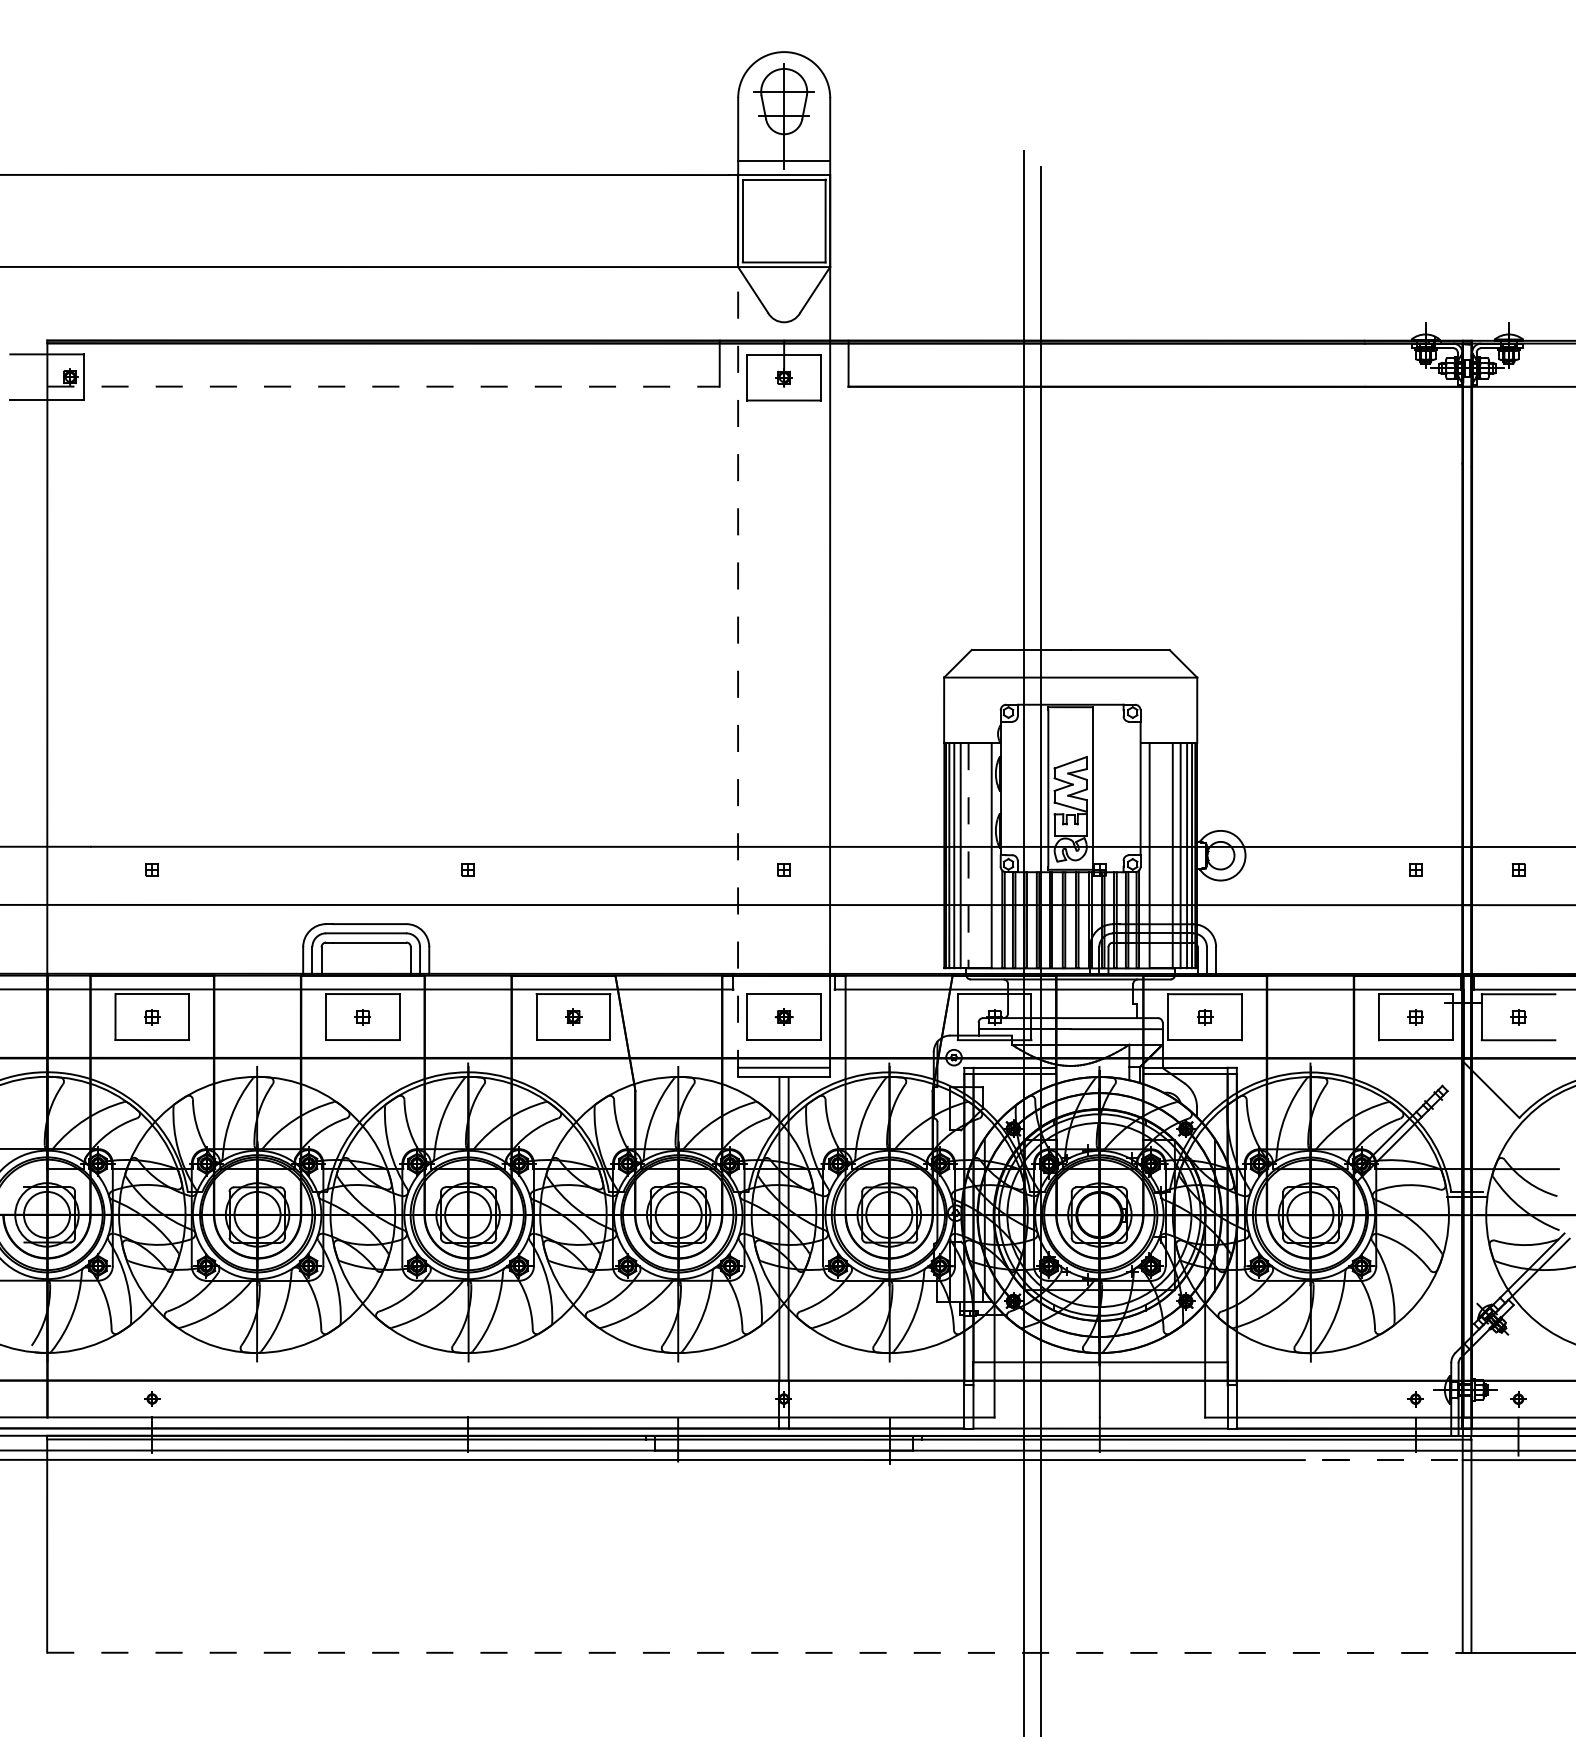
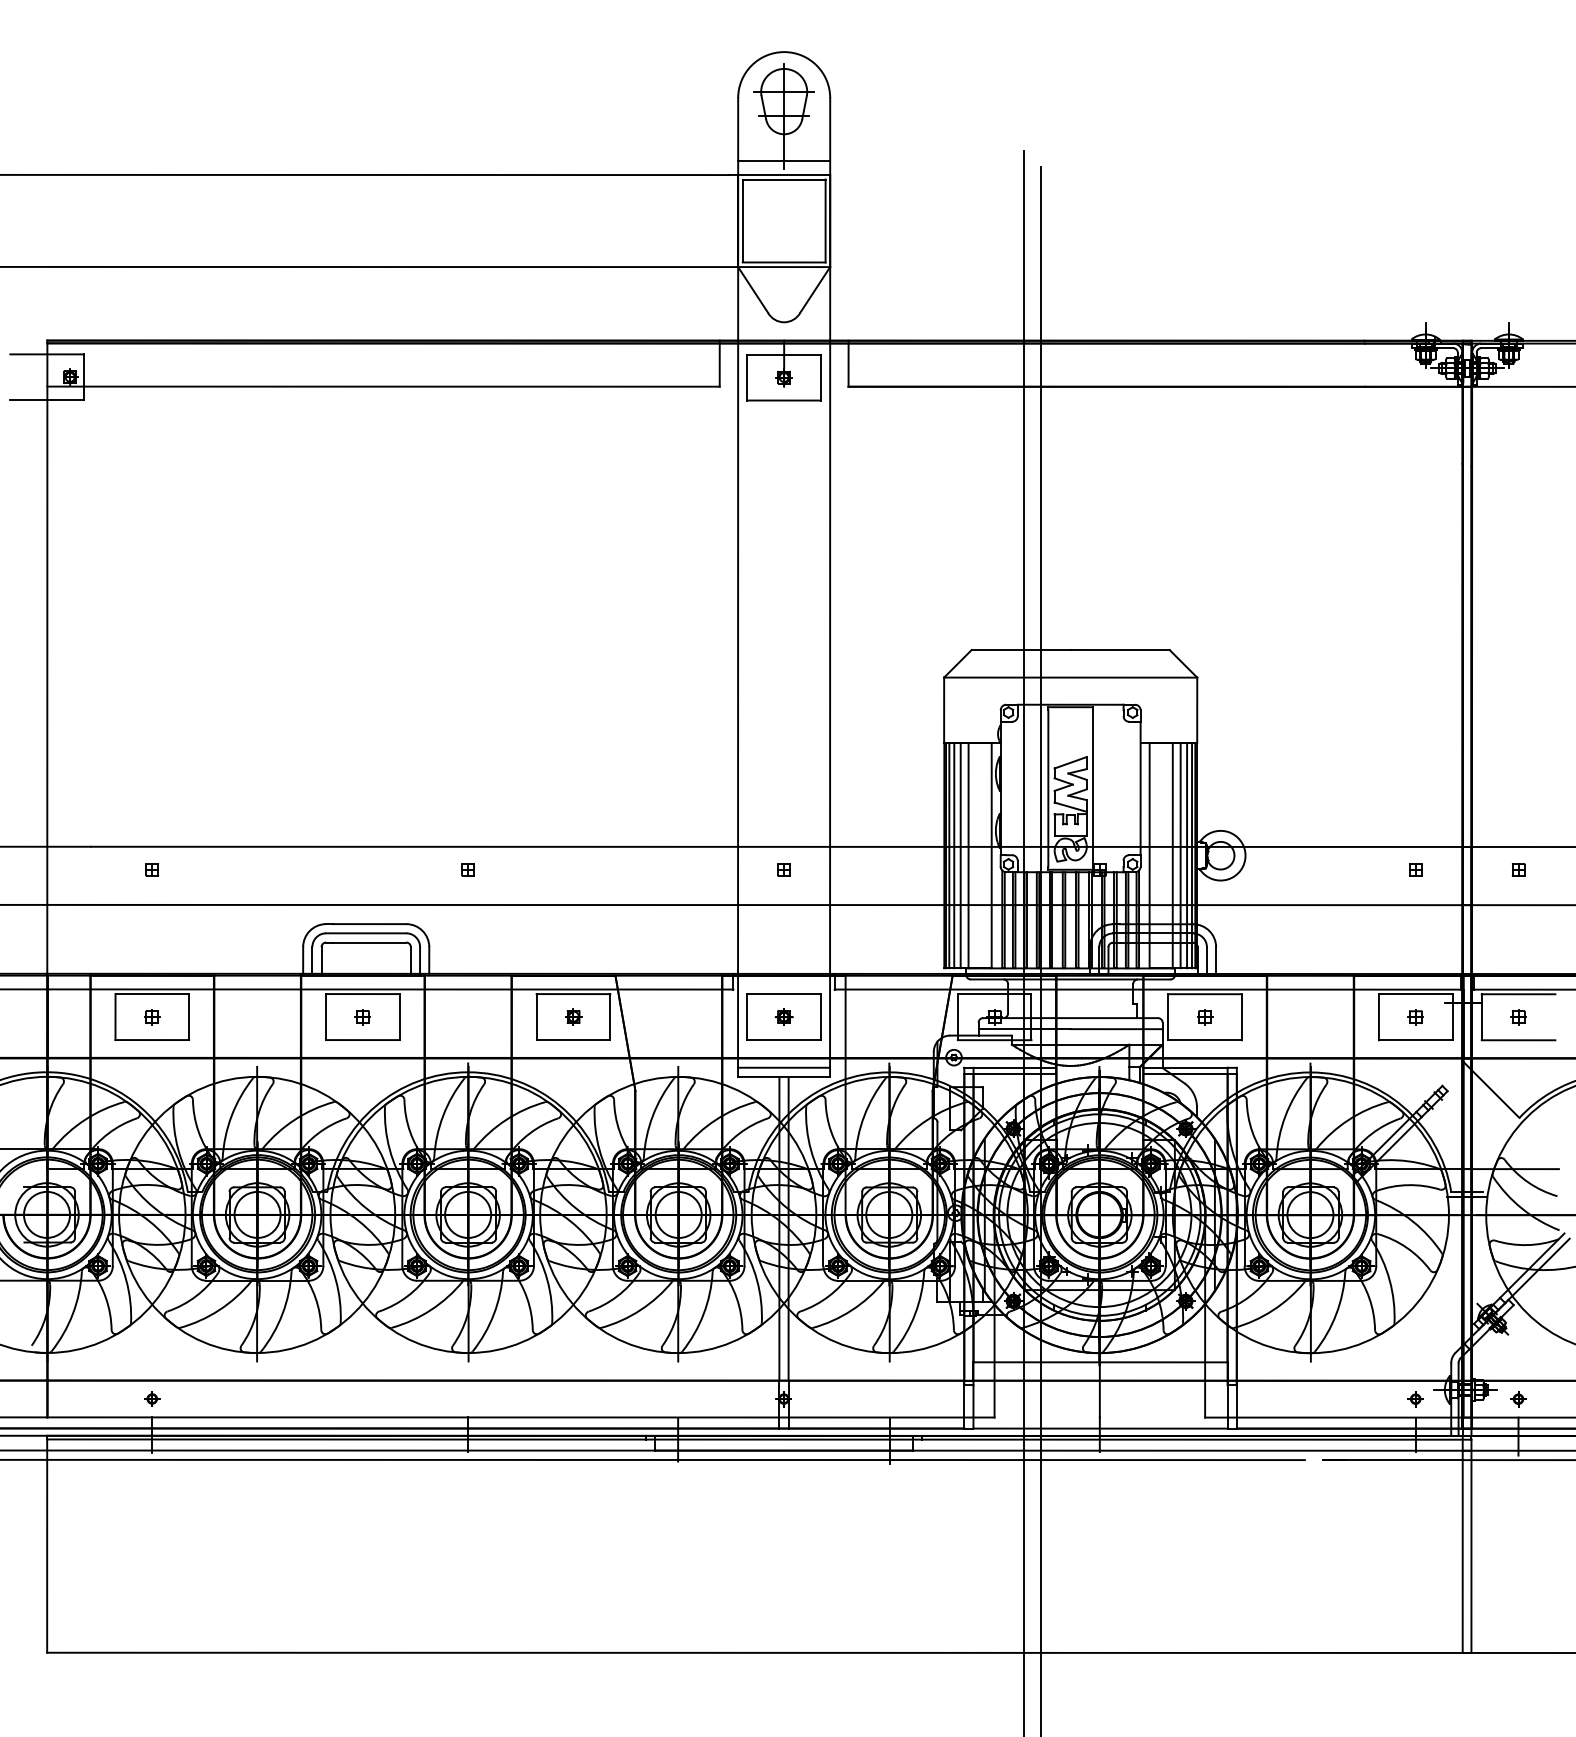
line at (384, 386): dashed -> solid
line at (738, 672): dashed -> solid
line at (968, 855): dashed -> solid
line at (1392, 1460): dashed -> solid
line at (759, 1652): dashed -> solid
